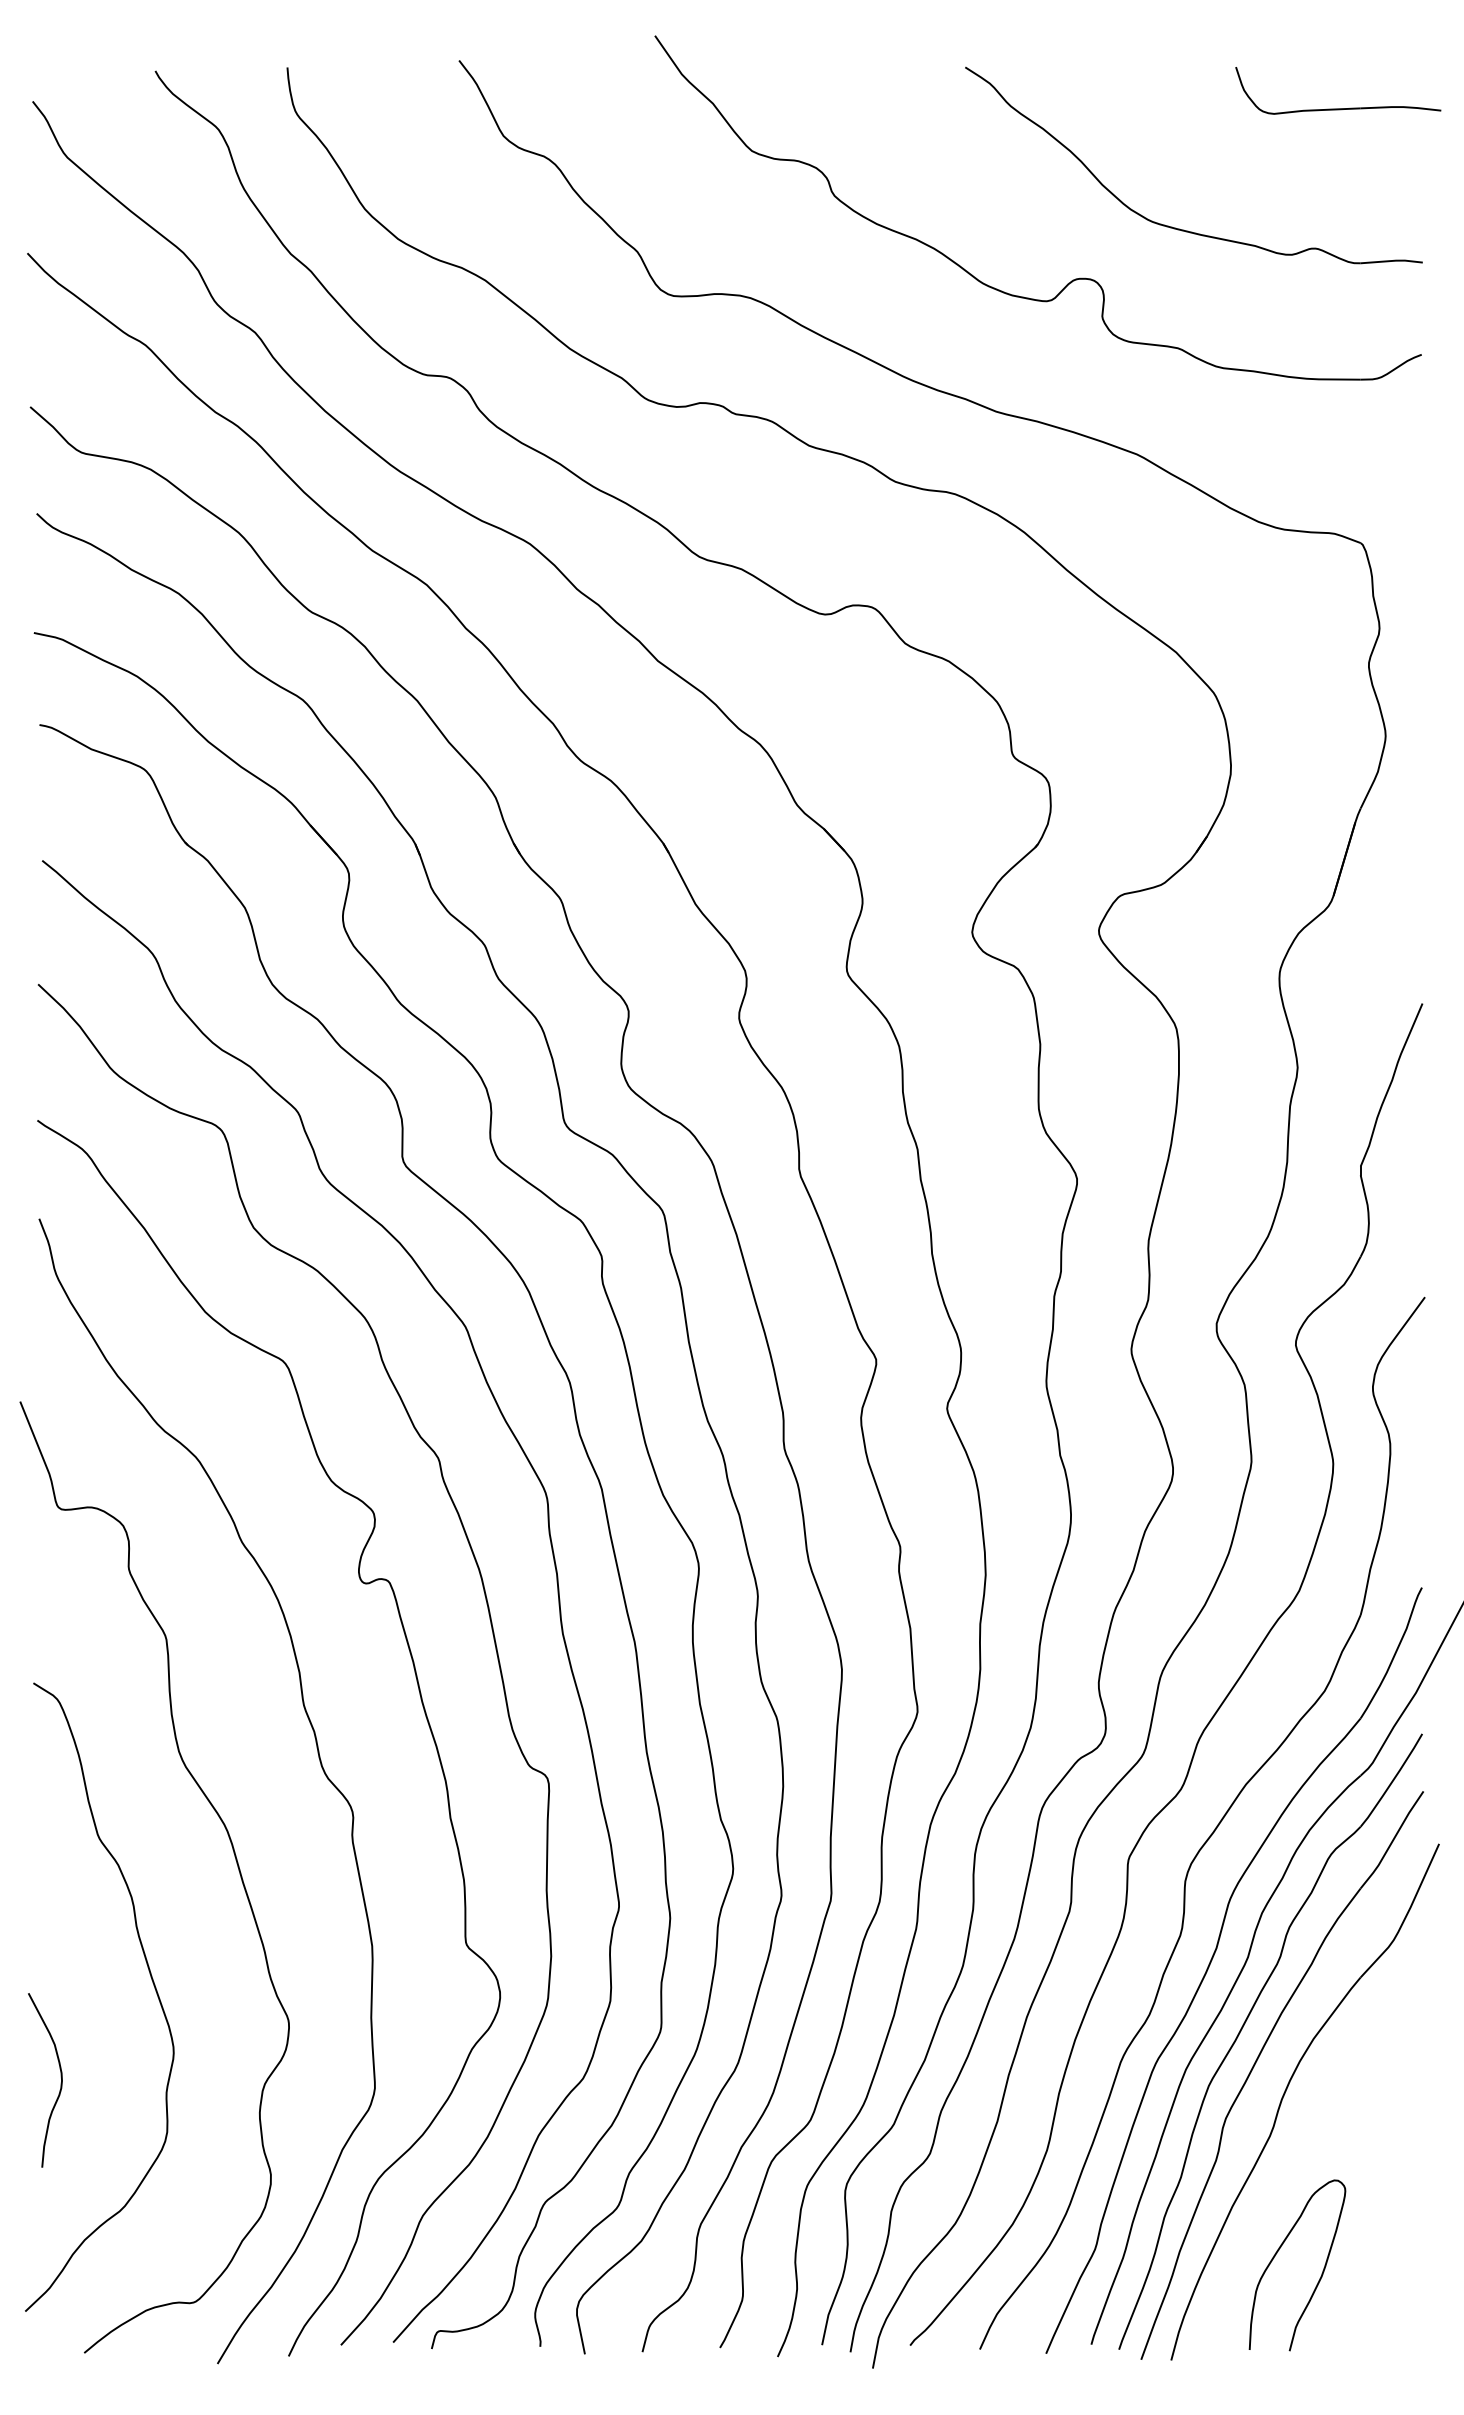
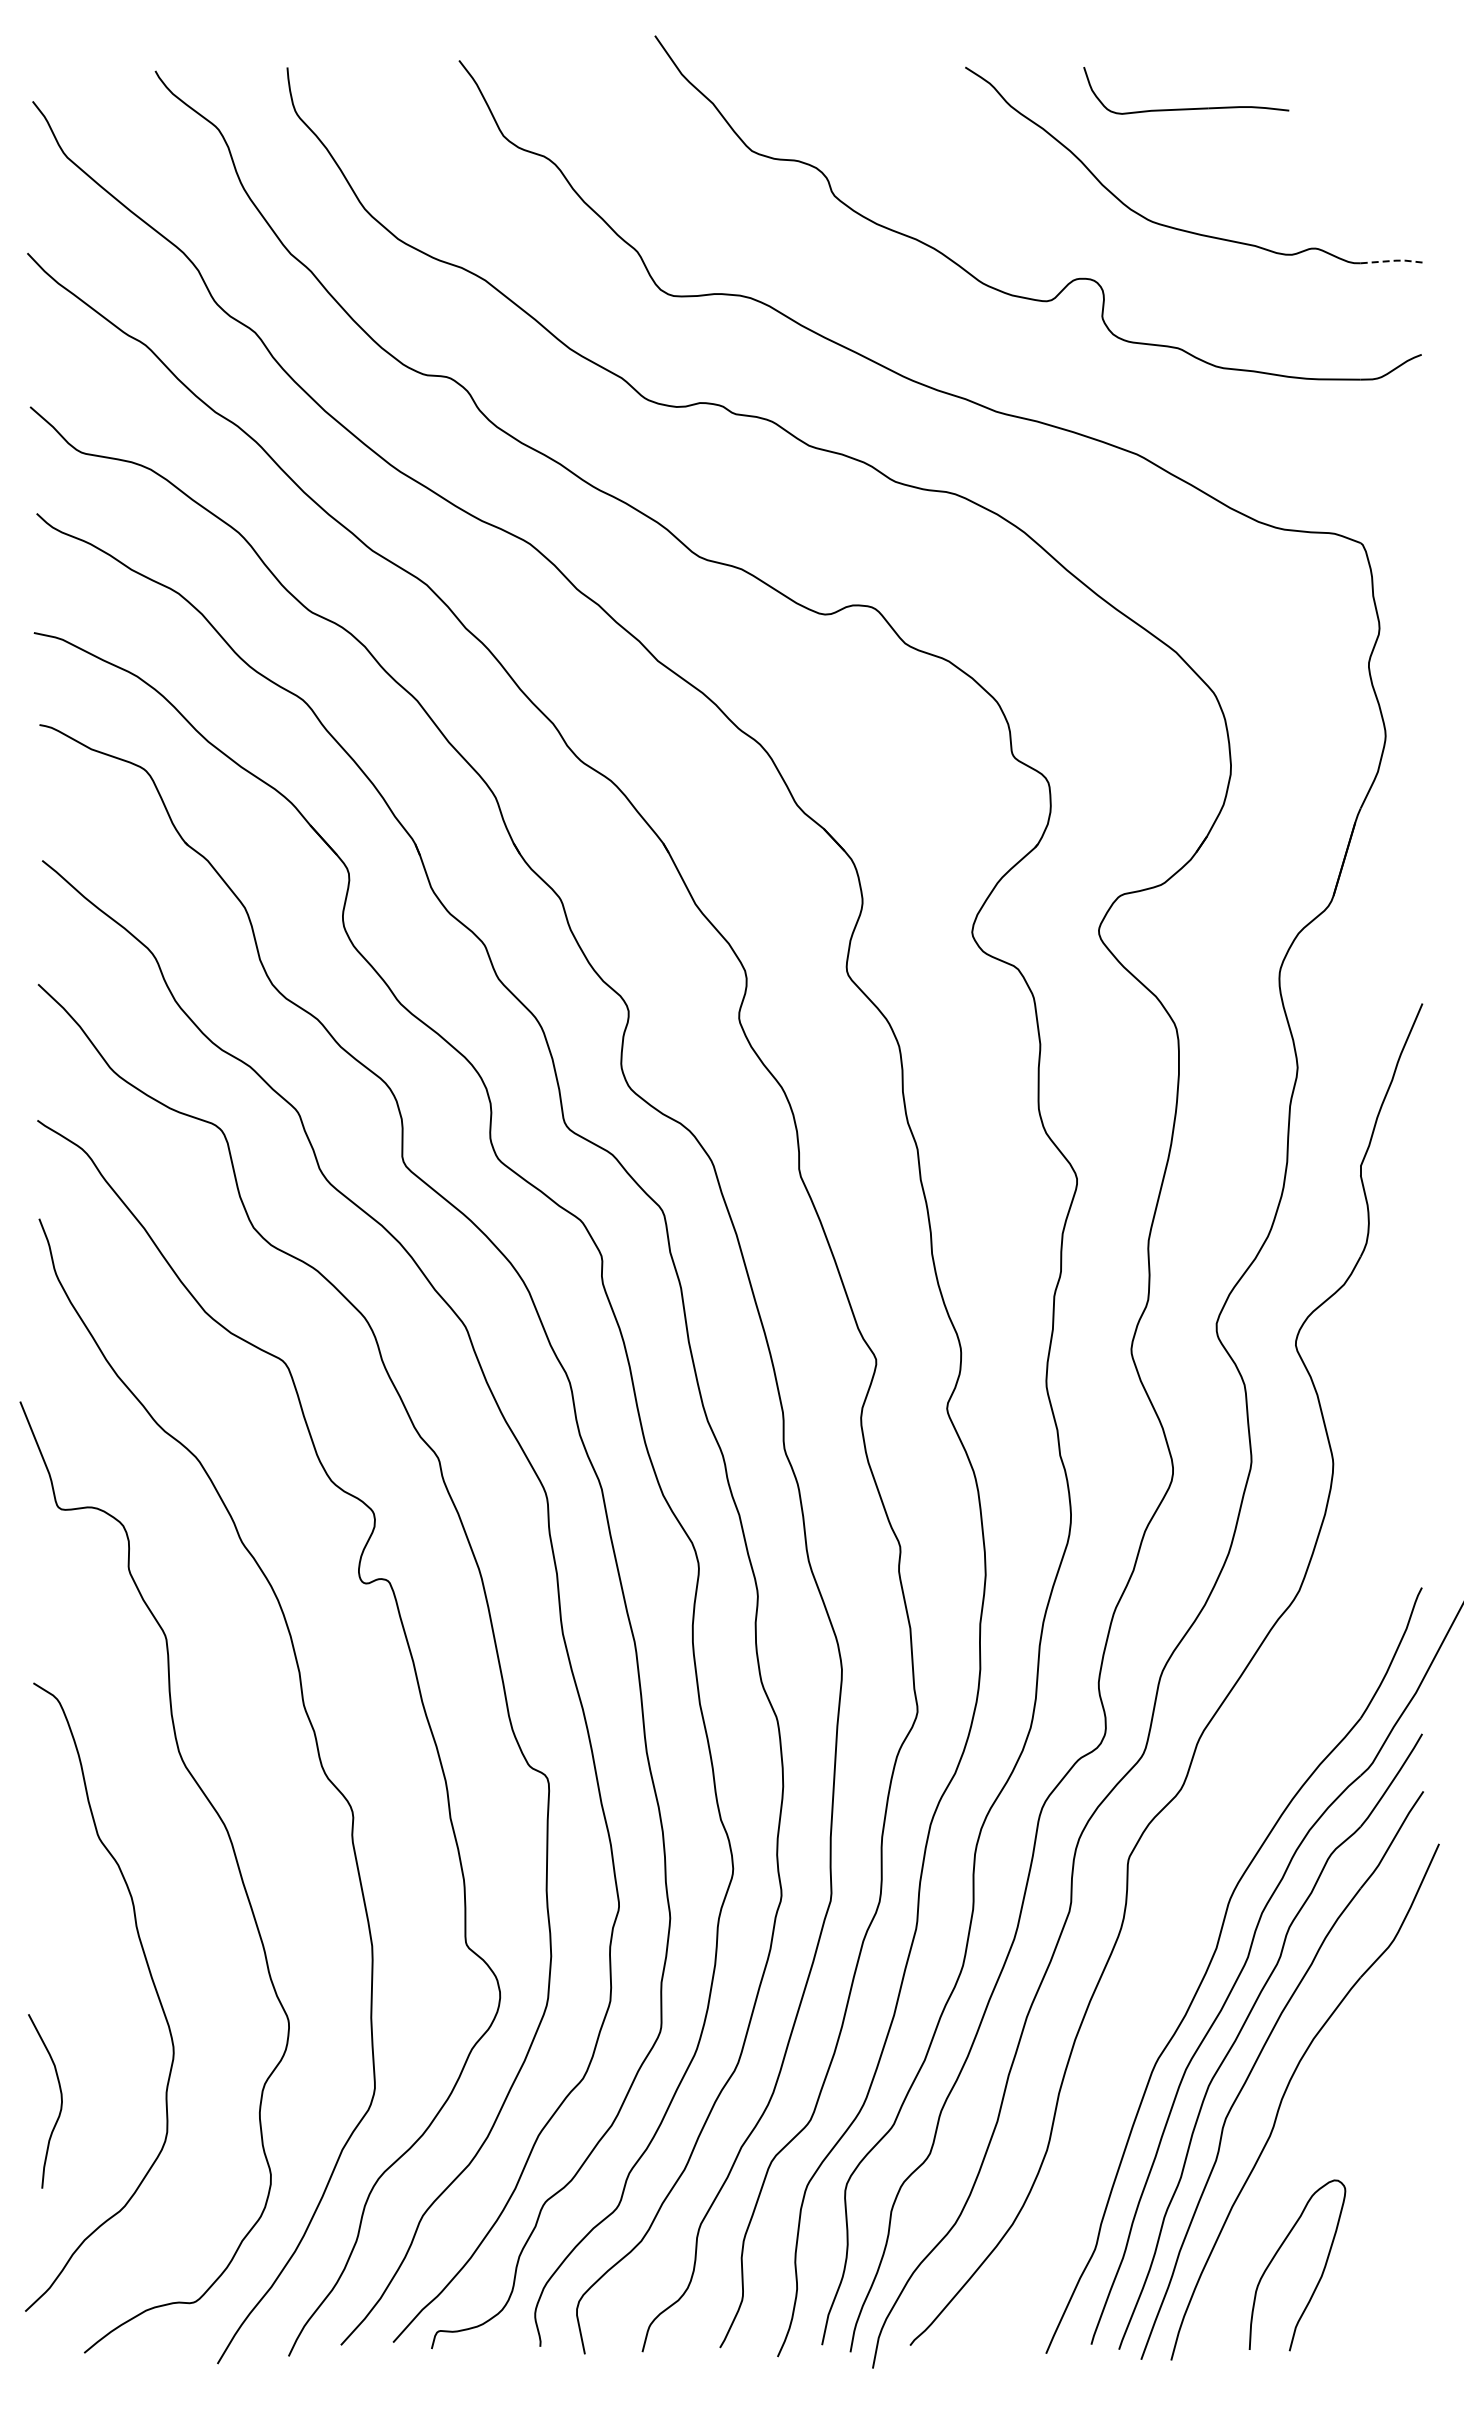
part at (1338, 108) position: (1338, 108) -> (1186, 108)
line at (1393, 260): solid -> dashed
part at (1214, 1828): present -> none
curve at (60, 2077) position: (60, 2077) -> (60, 2098)
